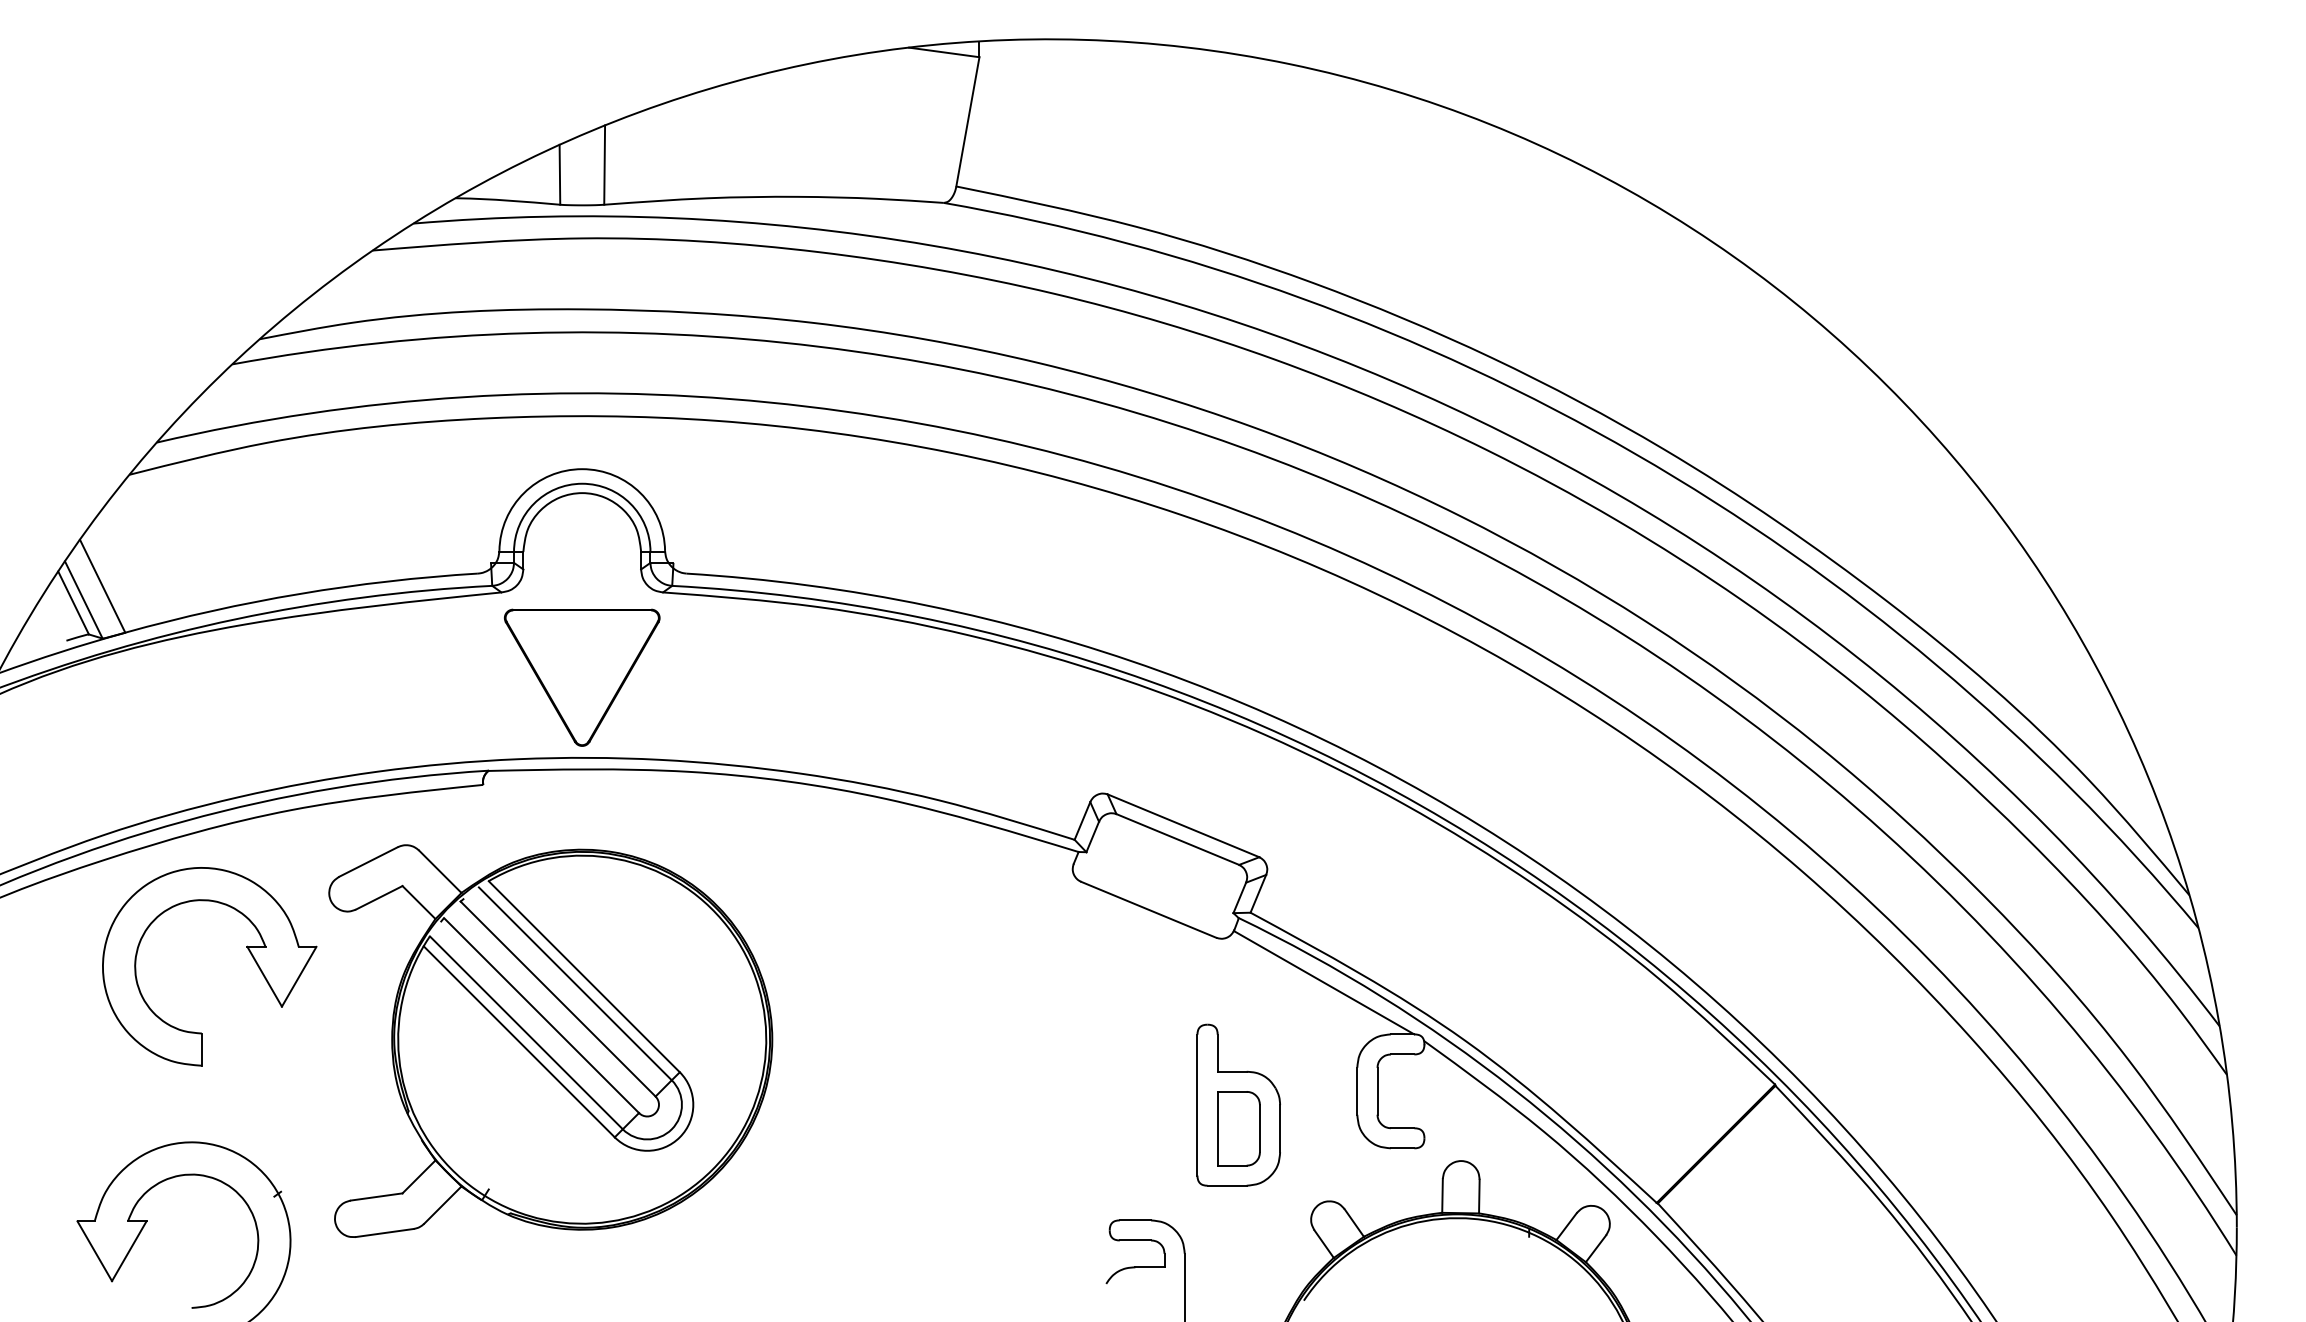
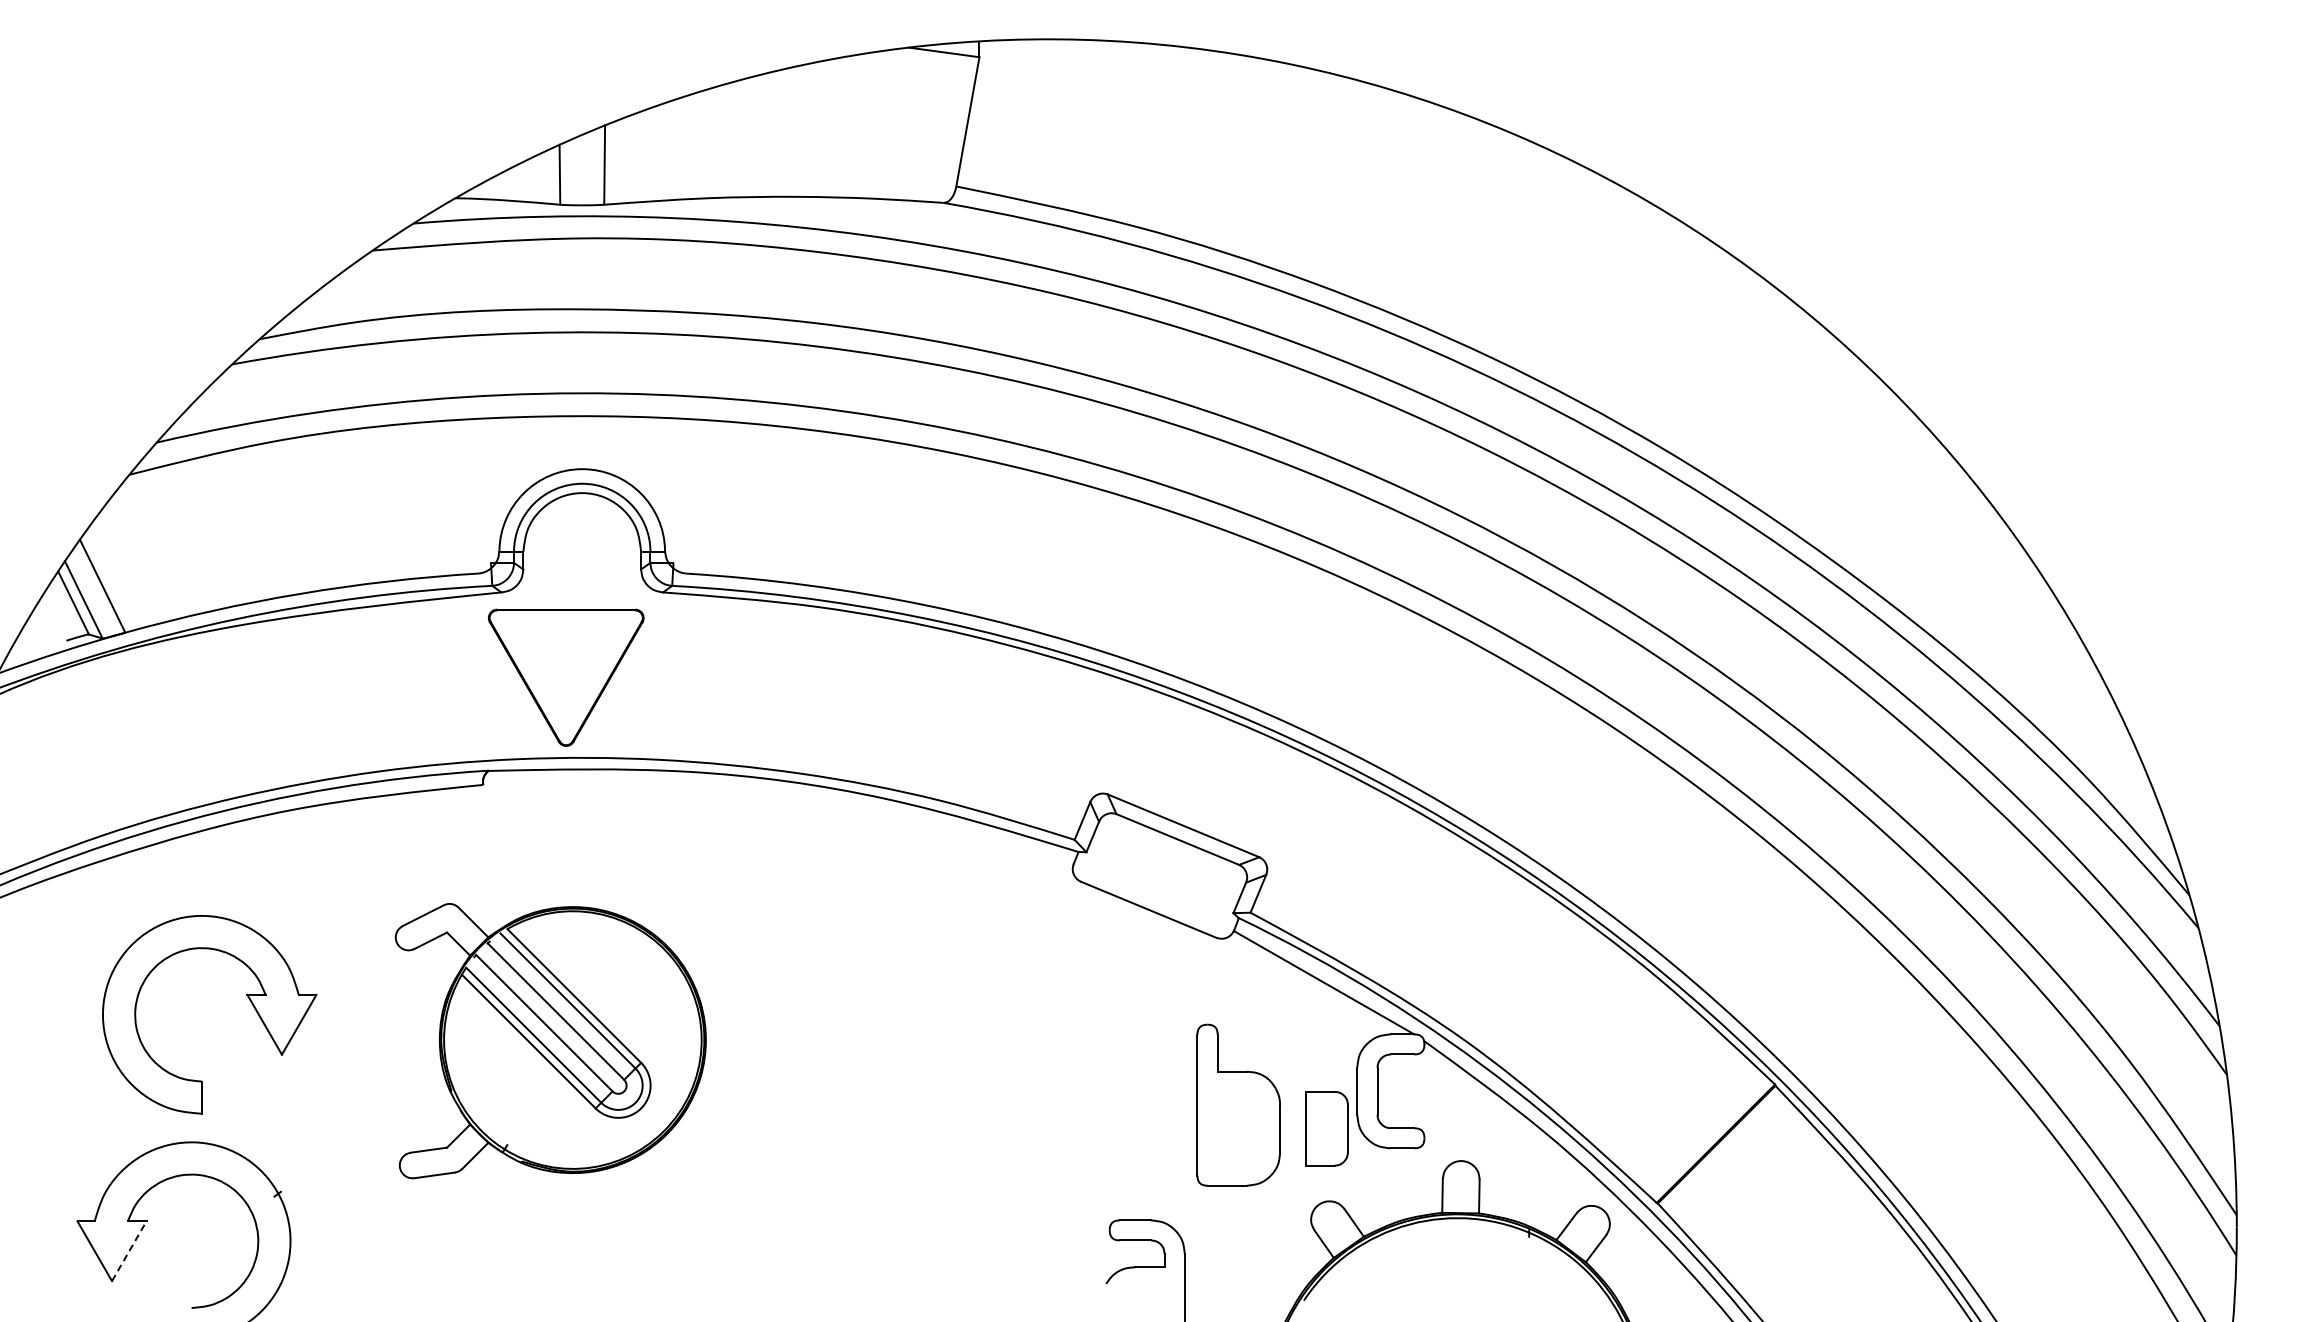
part at (582, 677) position: (582, 677) -> (566, 677)
part at (246, 947) position: (246, 947) -> (246, 995)
part at (550, 1040) size: 446x394 px -> 313x277 px
part at (1238, 1128) position: (1238, 1128) -> (1326, 1128)
line at (129, 1251): solid -> dashed
